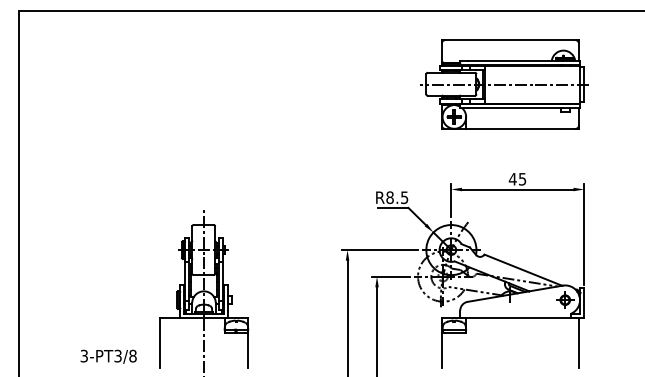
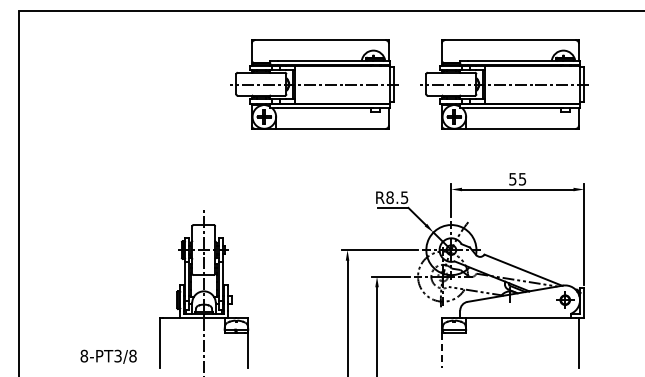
part at (314, 84): none -> present
text at (512, 179): 45 -> 55
line at (441, 350): solid -> dashed
text at (84, 356): 3-PT3/8 -> 8-PT3/8
